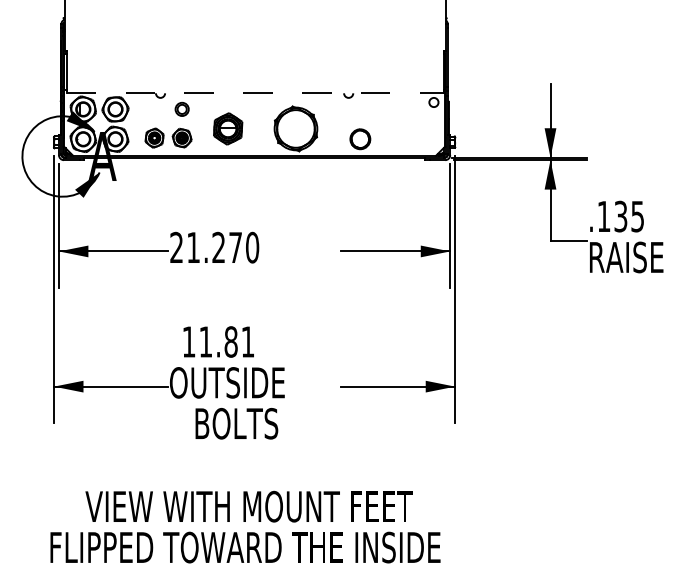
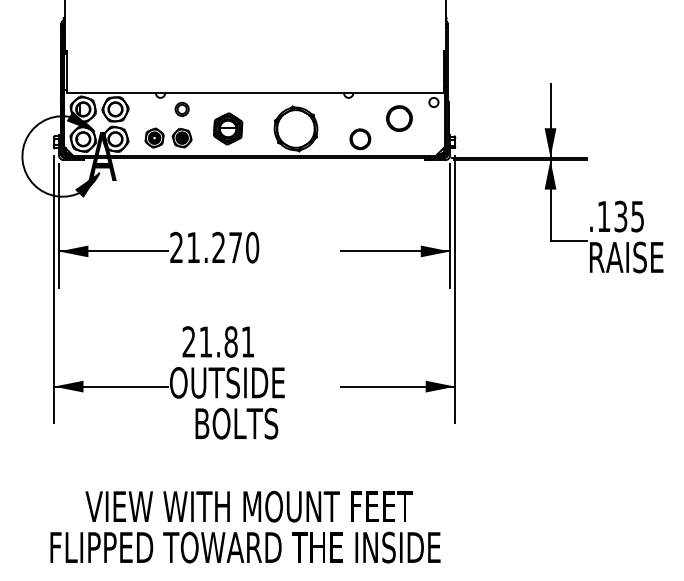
line at (255, 93): dashed -> solid
circle at (399, 118): none -> present
text at (188, 341): 11.81 -> 21.81
